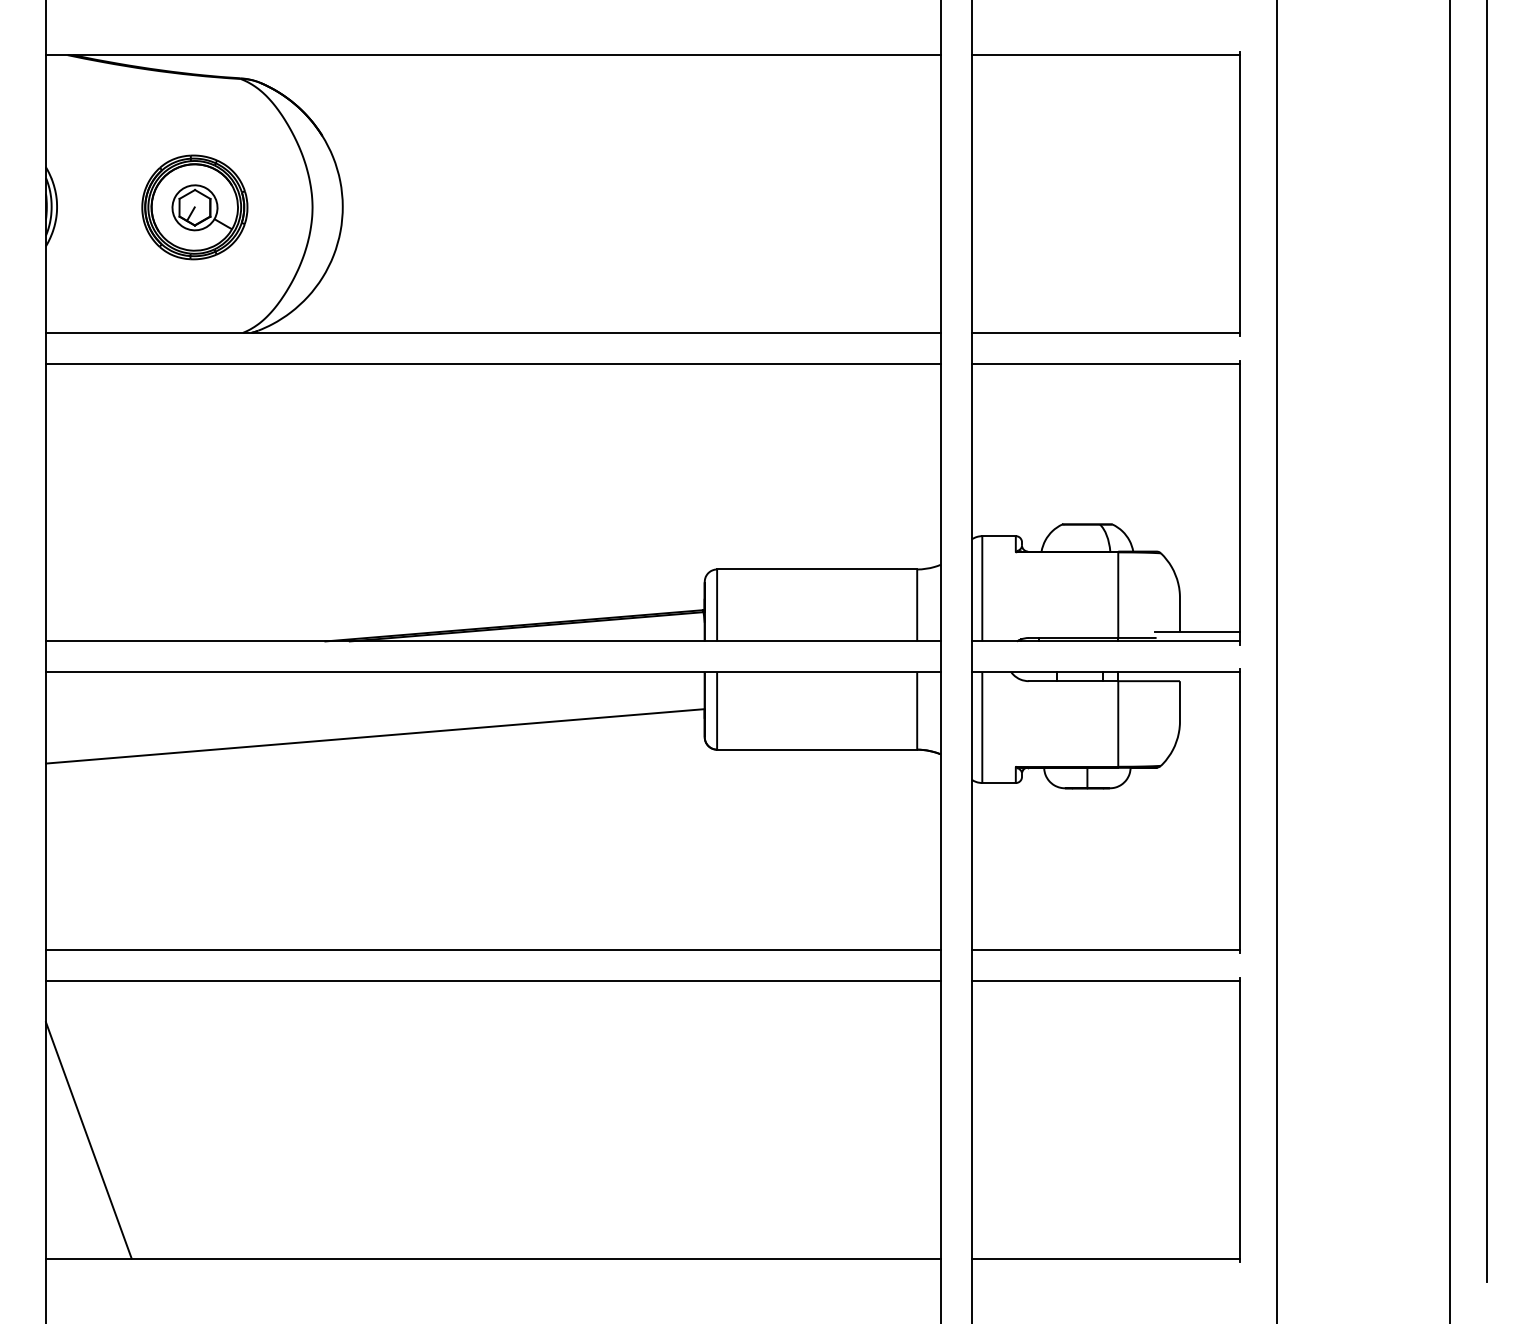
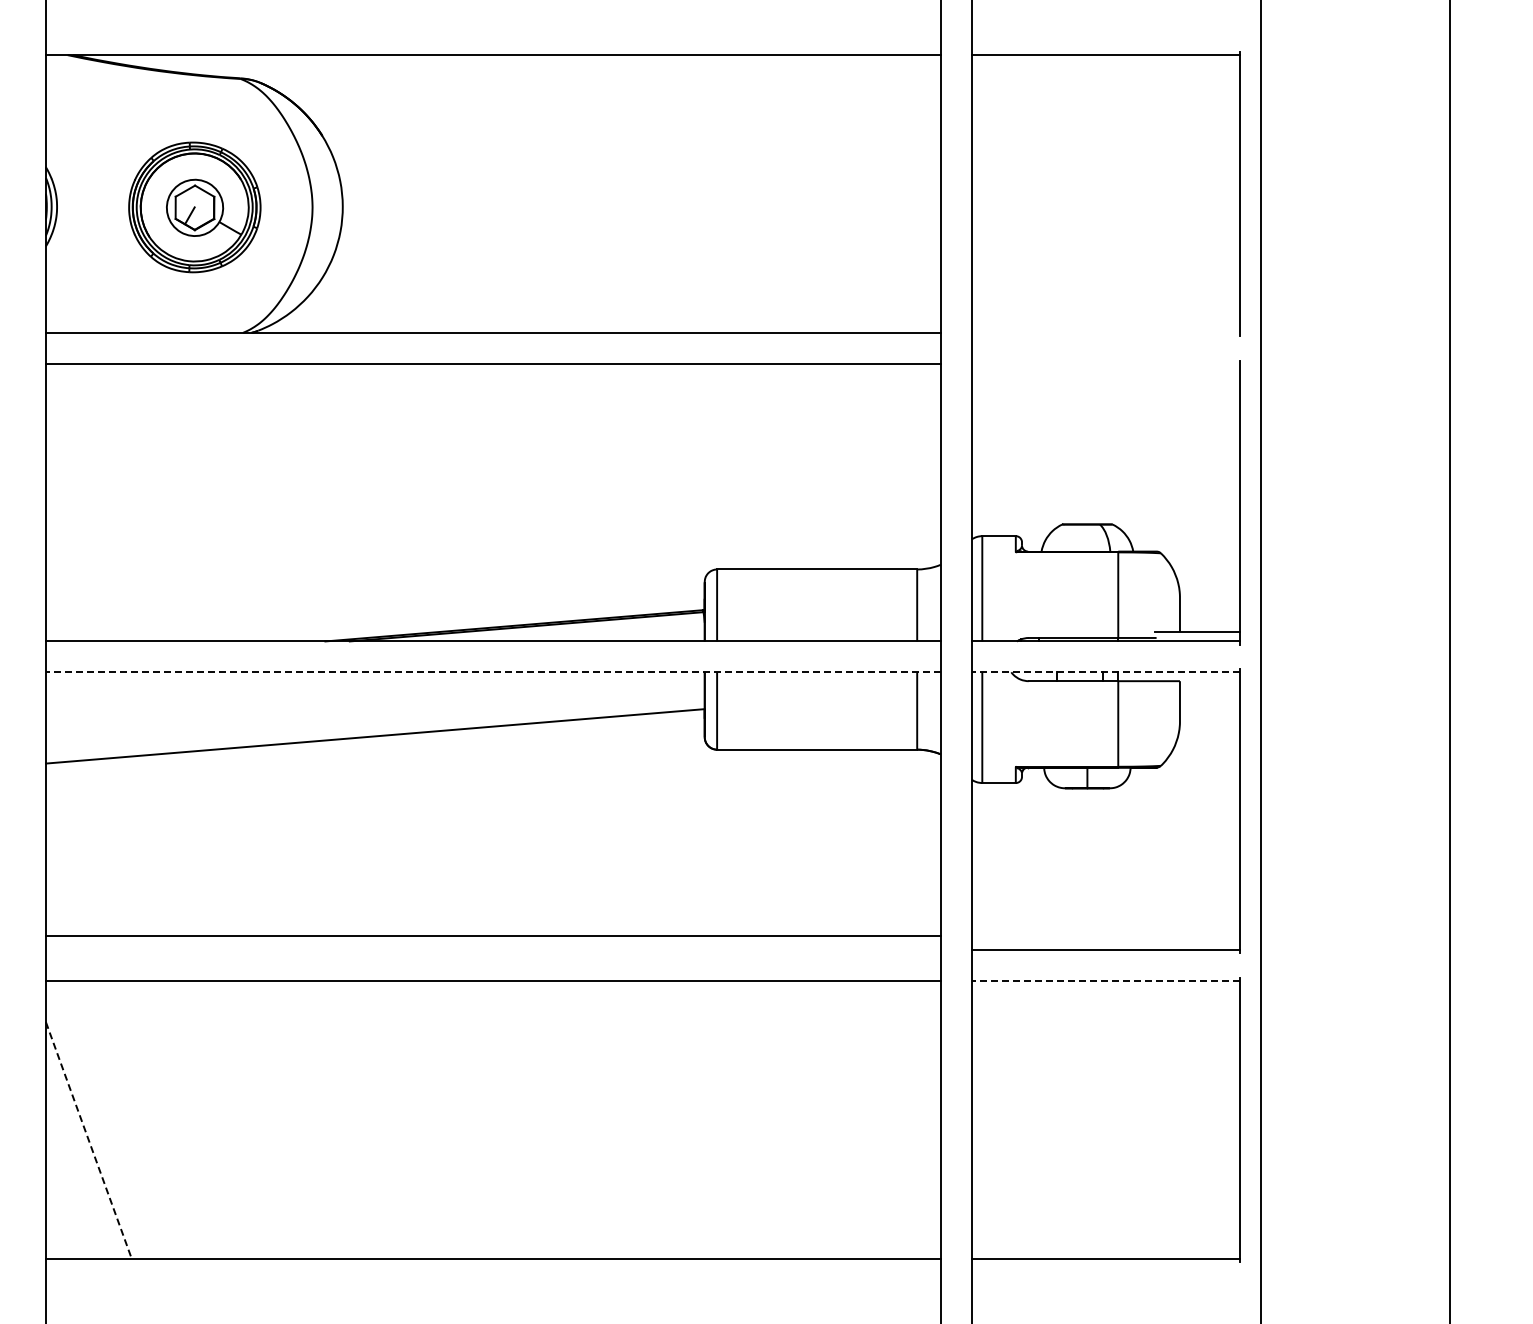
part at (194, 207) size: 108x107 px -> 134x133 px
line at (1105, 332): present -> none
line at (1105, 363): present -> none
line at (1487, 642): present -> none
line at (1277, 661) position: (1277, 661) -> (1261, 661)
line at (492, 672): solid -> dashed
line at (1105, 672): solid -> dashed
line at (492, 950) position: (492, 950) -> (492, 936)
line at (1105, 980): solid -> dashed
line at (88, 1140): solid -> dashed
